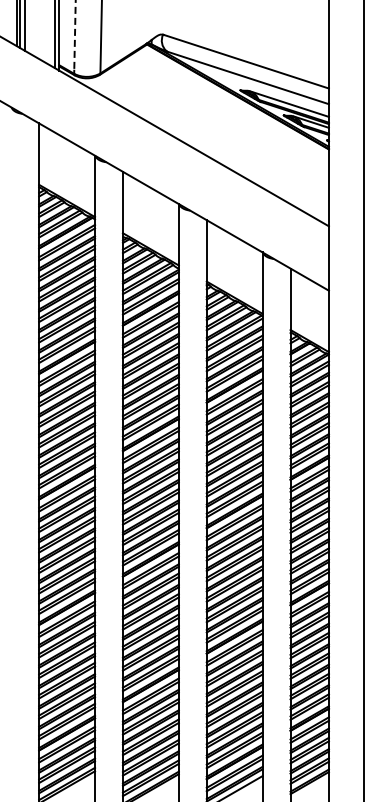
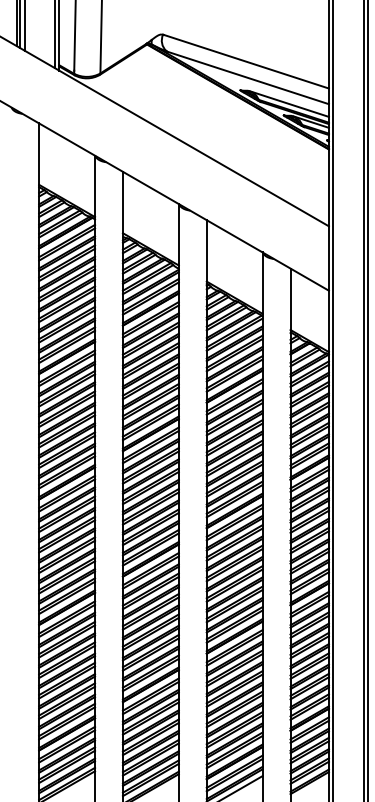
line at (74, 35): dashed -> solid
line at (333, 400): none -> present
line at (368, 400): none -> present
